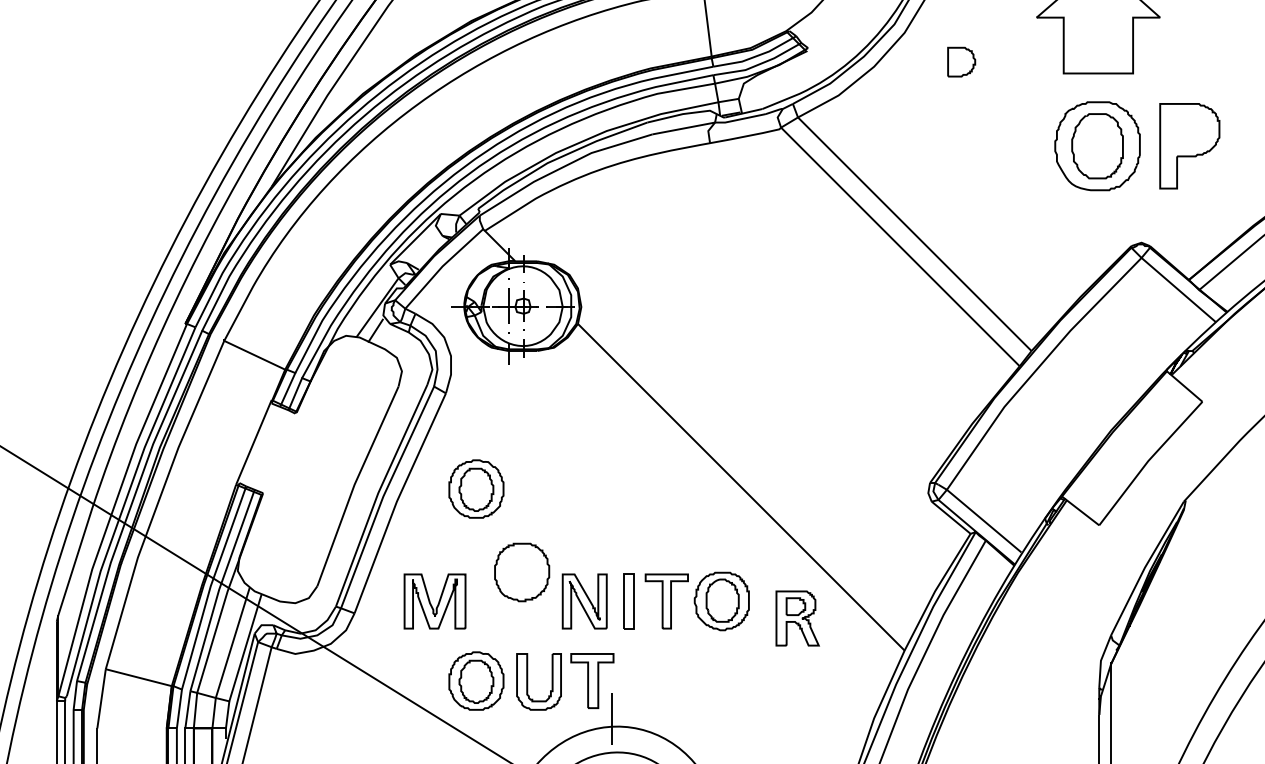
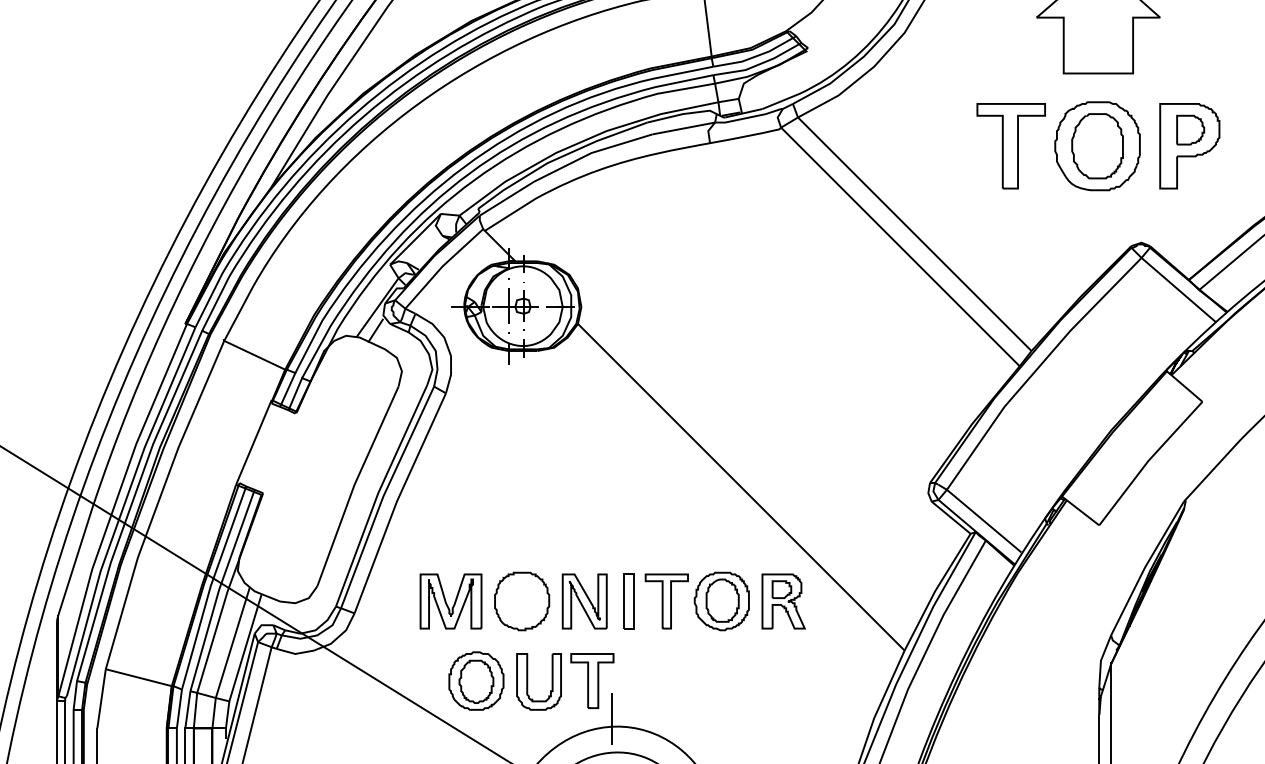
part at (961, 61) position: (961, 61) -> (1190, 129)
part at (1010, 146): none -> present
part at (476, 488): present -> none
part at (522, 572) position: (522, 572) -> (522, 601)
part at (434, 601) position: (434, 601) -> (450, 601)
part at (797, 618) position: (797, 618) -> (783, 601)
